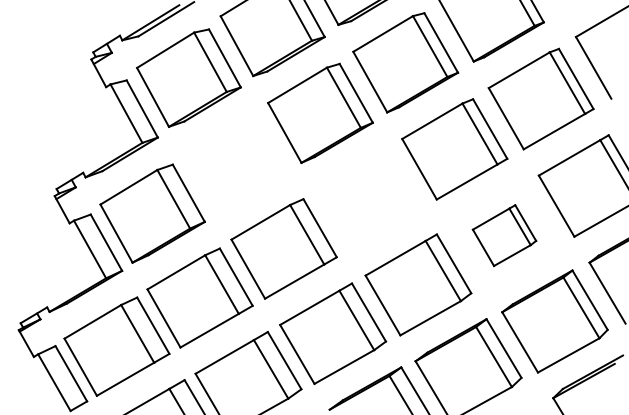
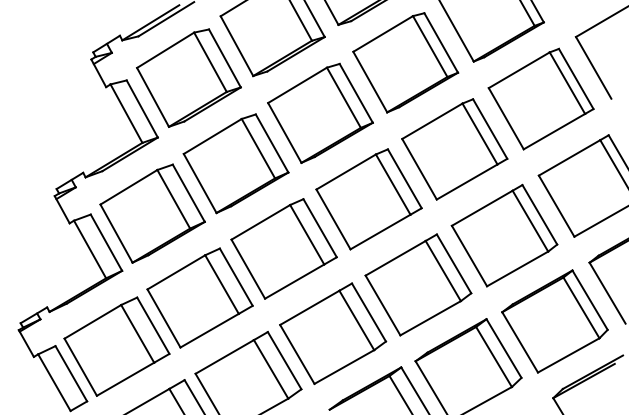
part at (235, 163): none -> present
part at (368, 199): none -> present
part at (504, 235) size: 67x64 px -> 109x105 px
